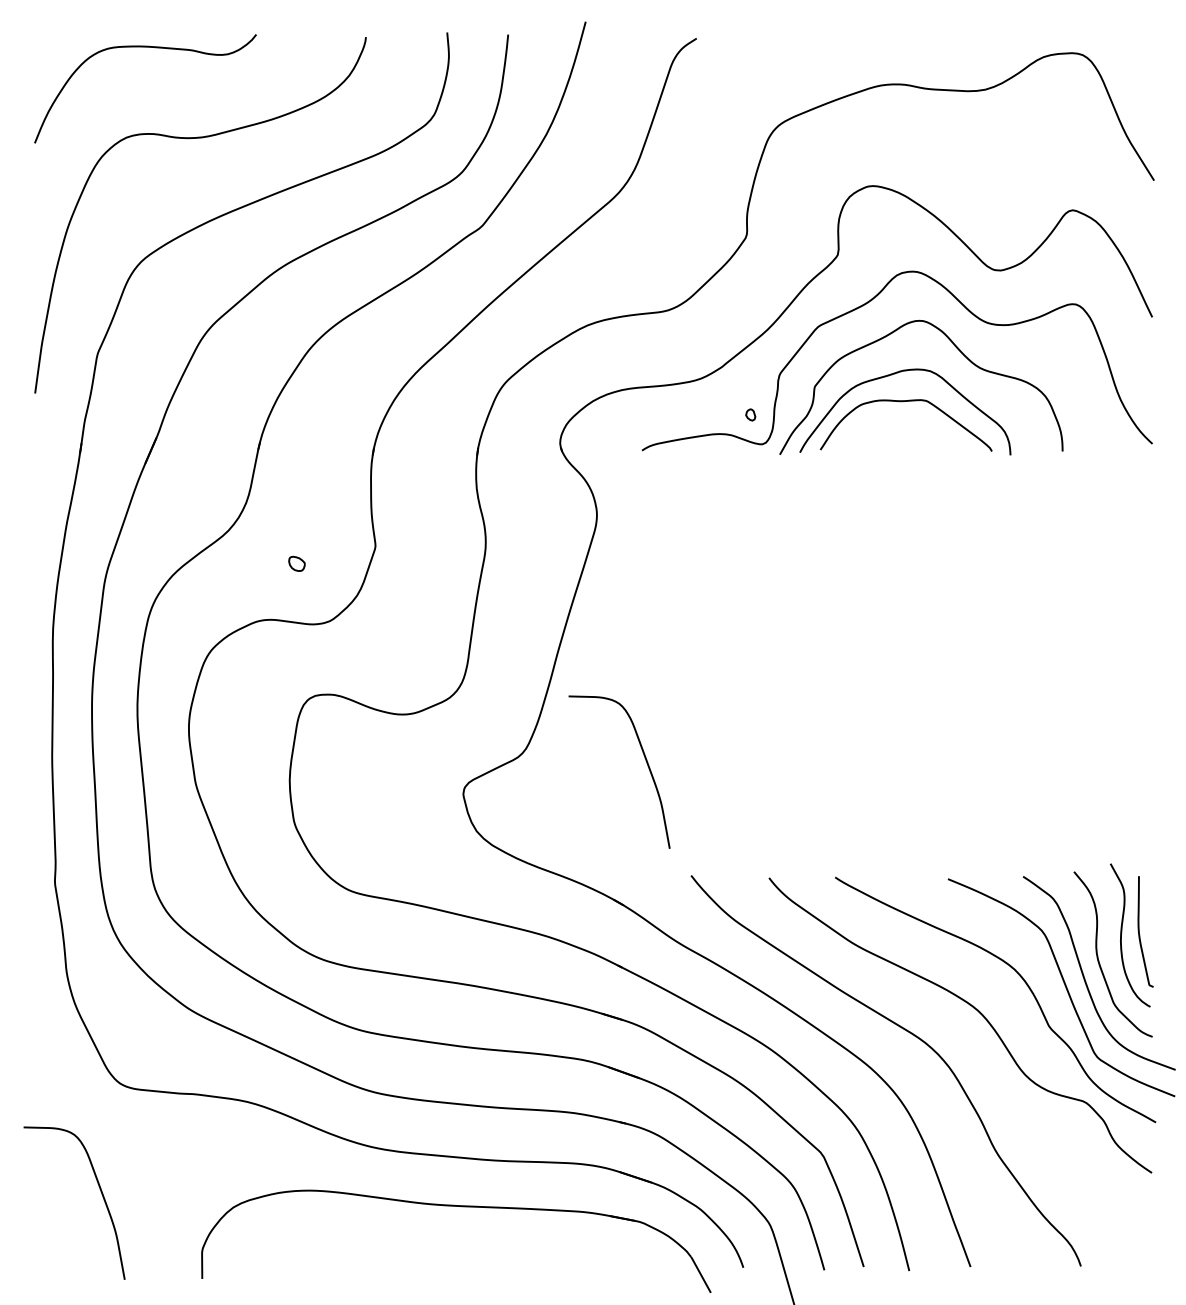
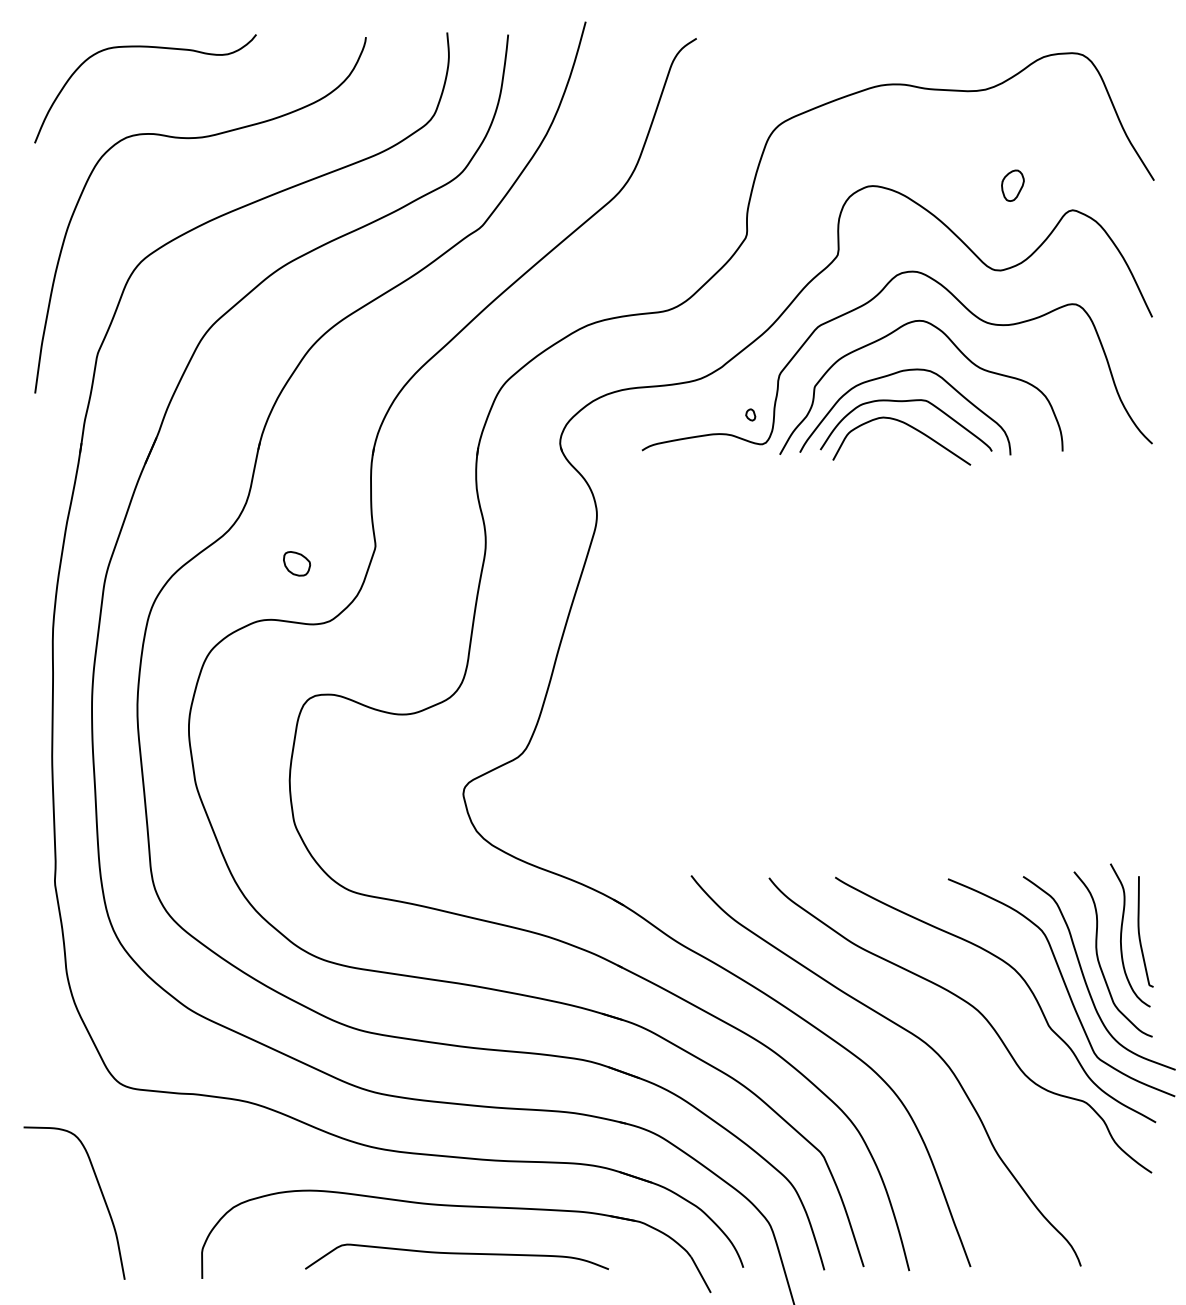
part at (1012, 185): none -> present
curve at (908, 426): none -> present
part at (296, 563) size: 18x17 px -> 28x26 px
curve at (646, 763): present -> none
curve at (456, 1254): none -> present
